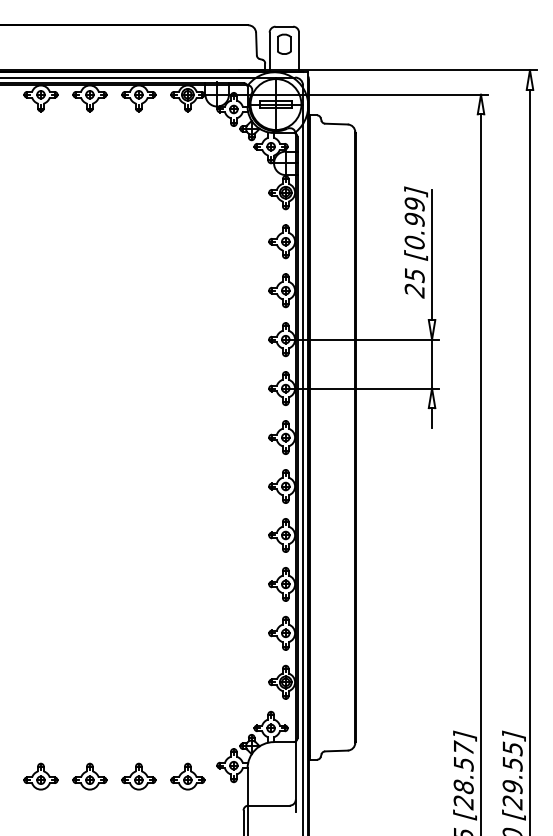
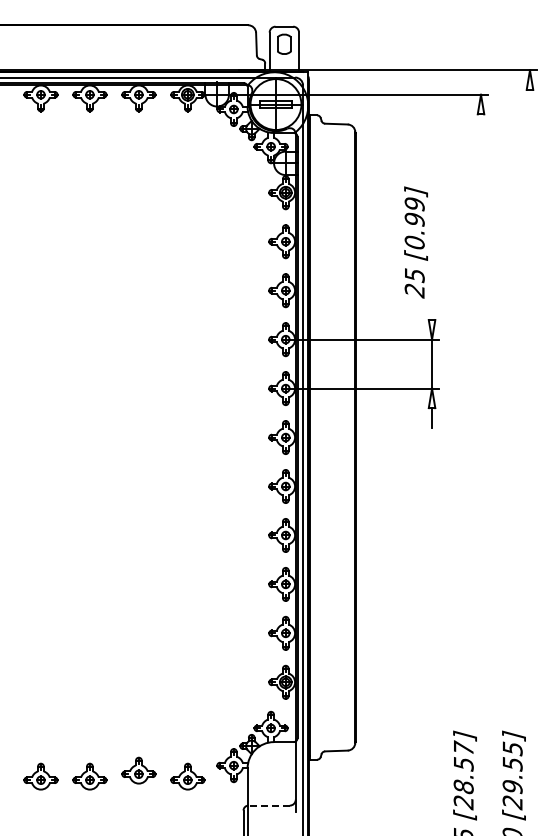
line at (432, 254): present -> none
line at (529, 460): present -> none
line at (481, 473): present -> none
part at (138, 776) position: (138, 776) -> (138, 770)
line at (269, 805): solid -> dashed
